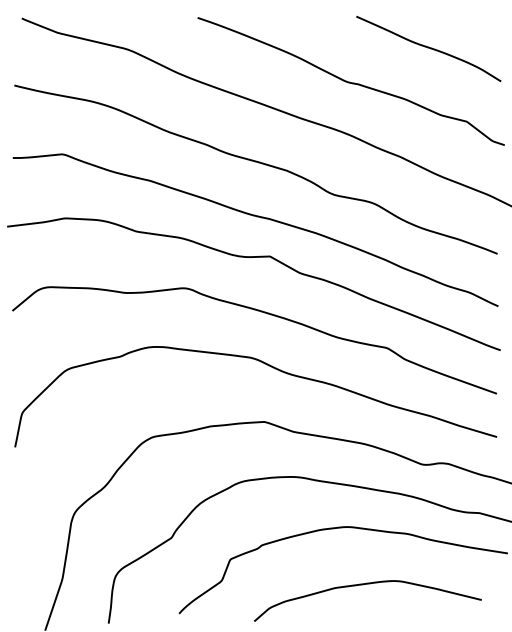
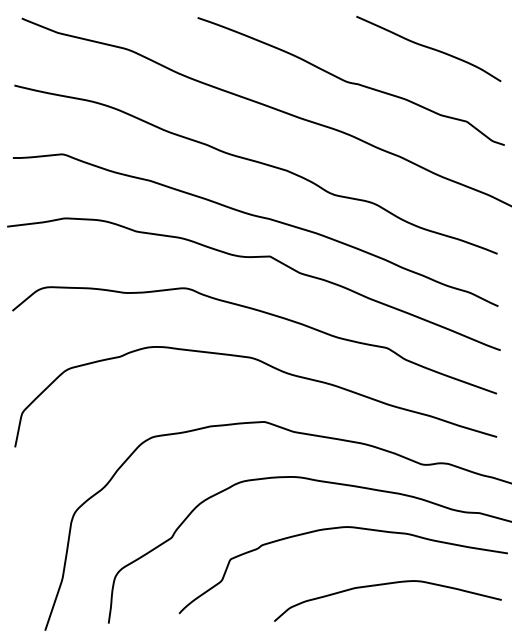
curve at (363, 585) position: (363, 585) -> (383, 585)
